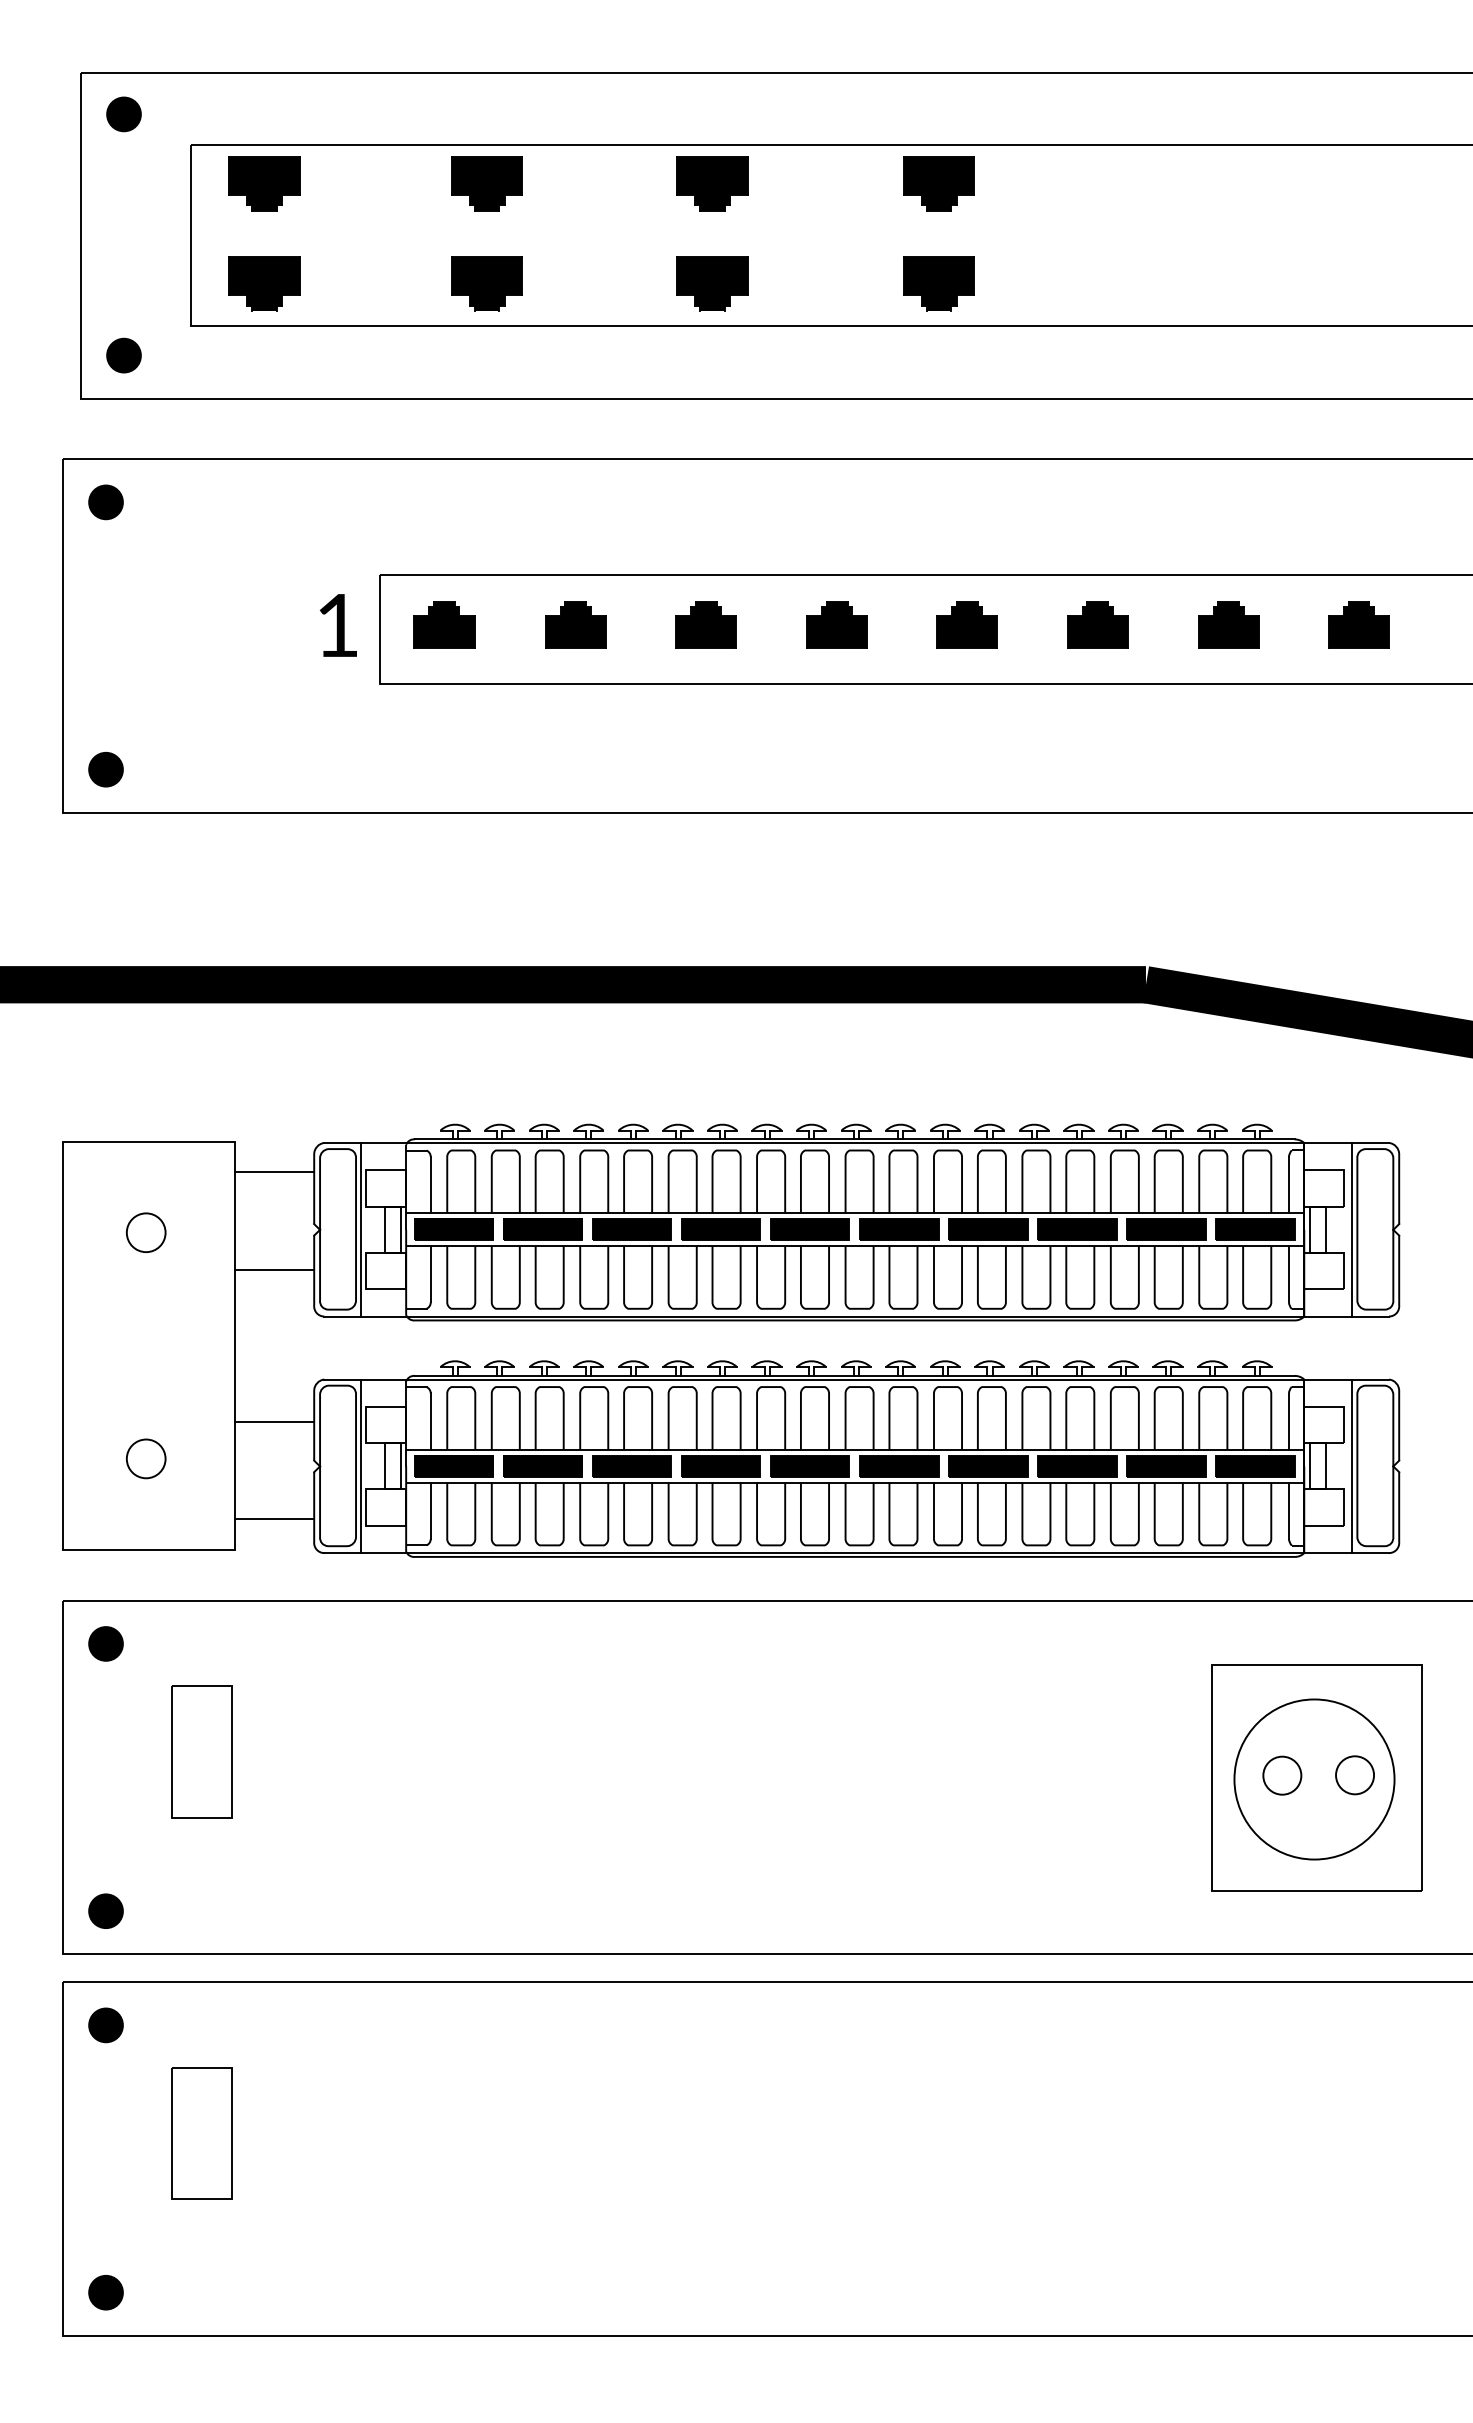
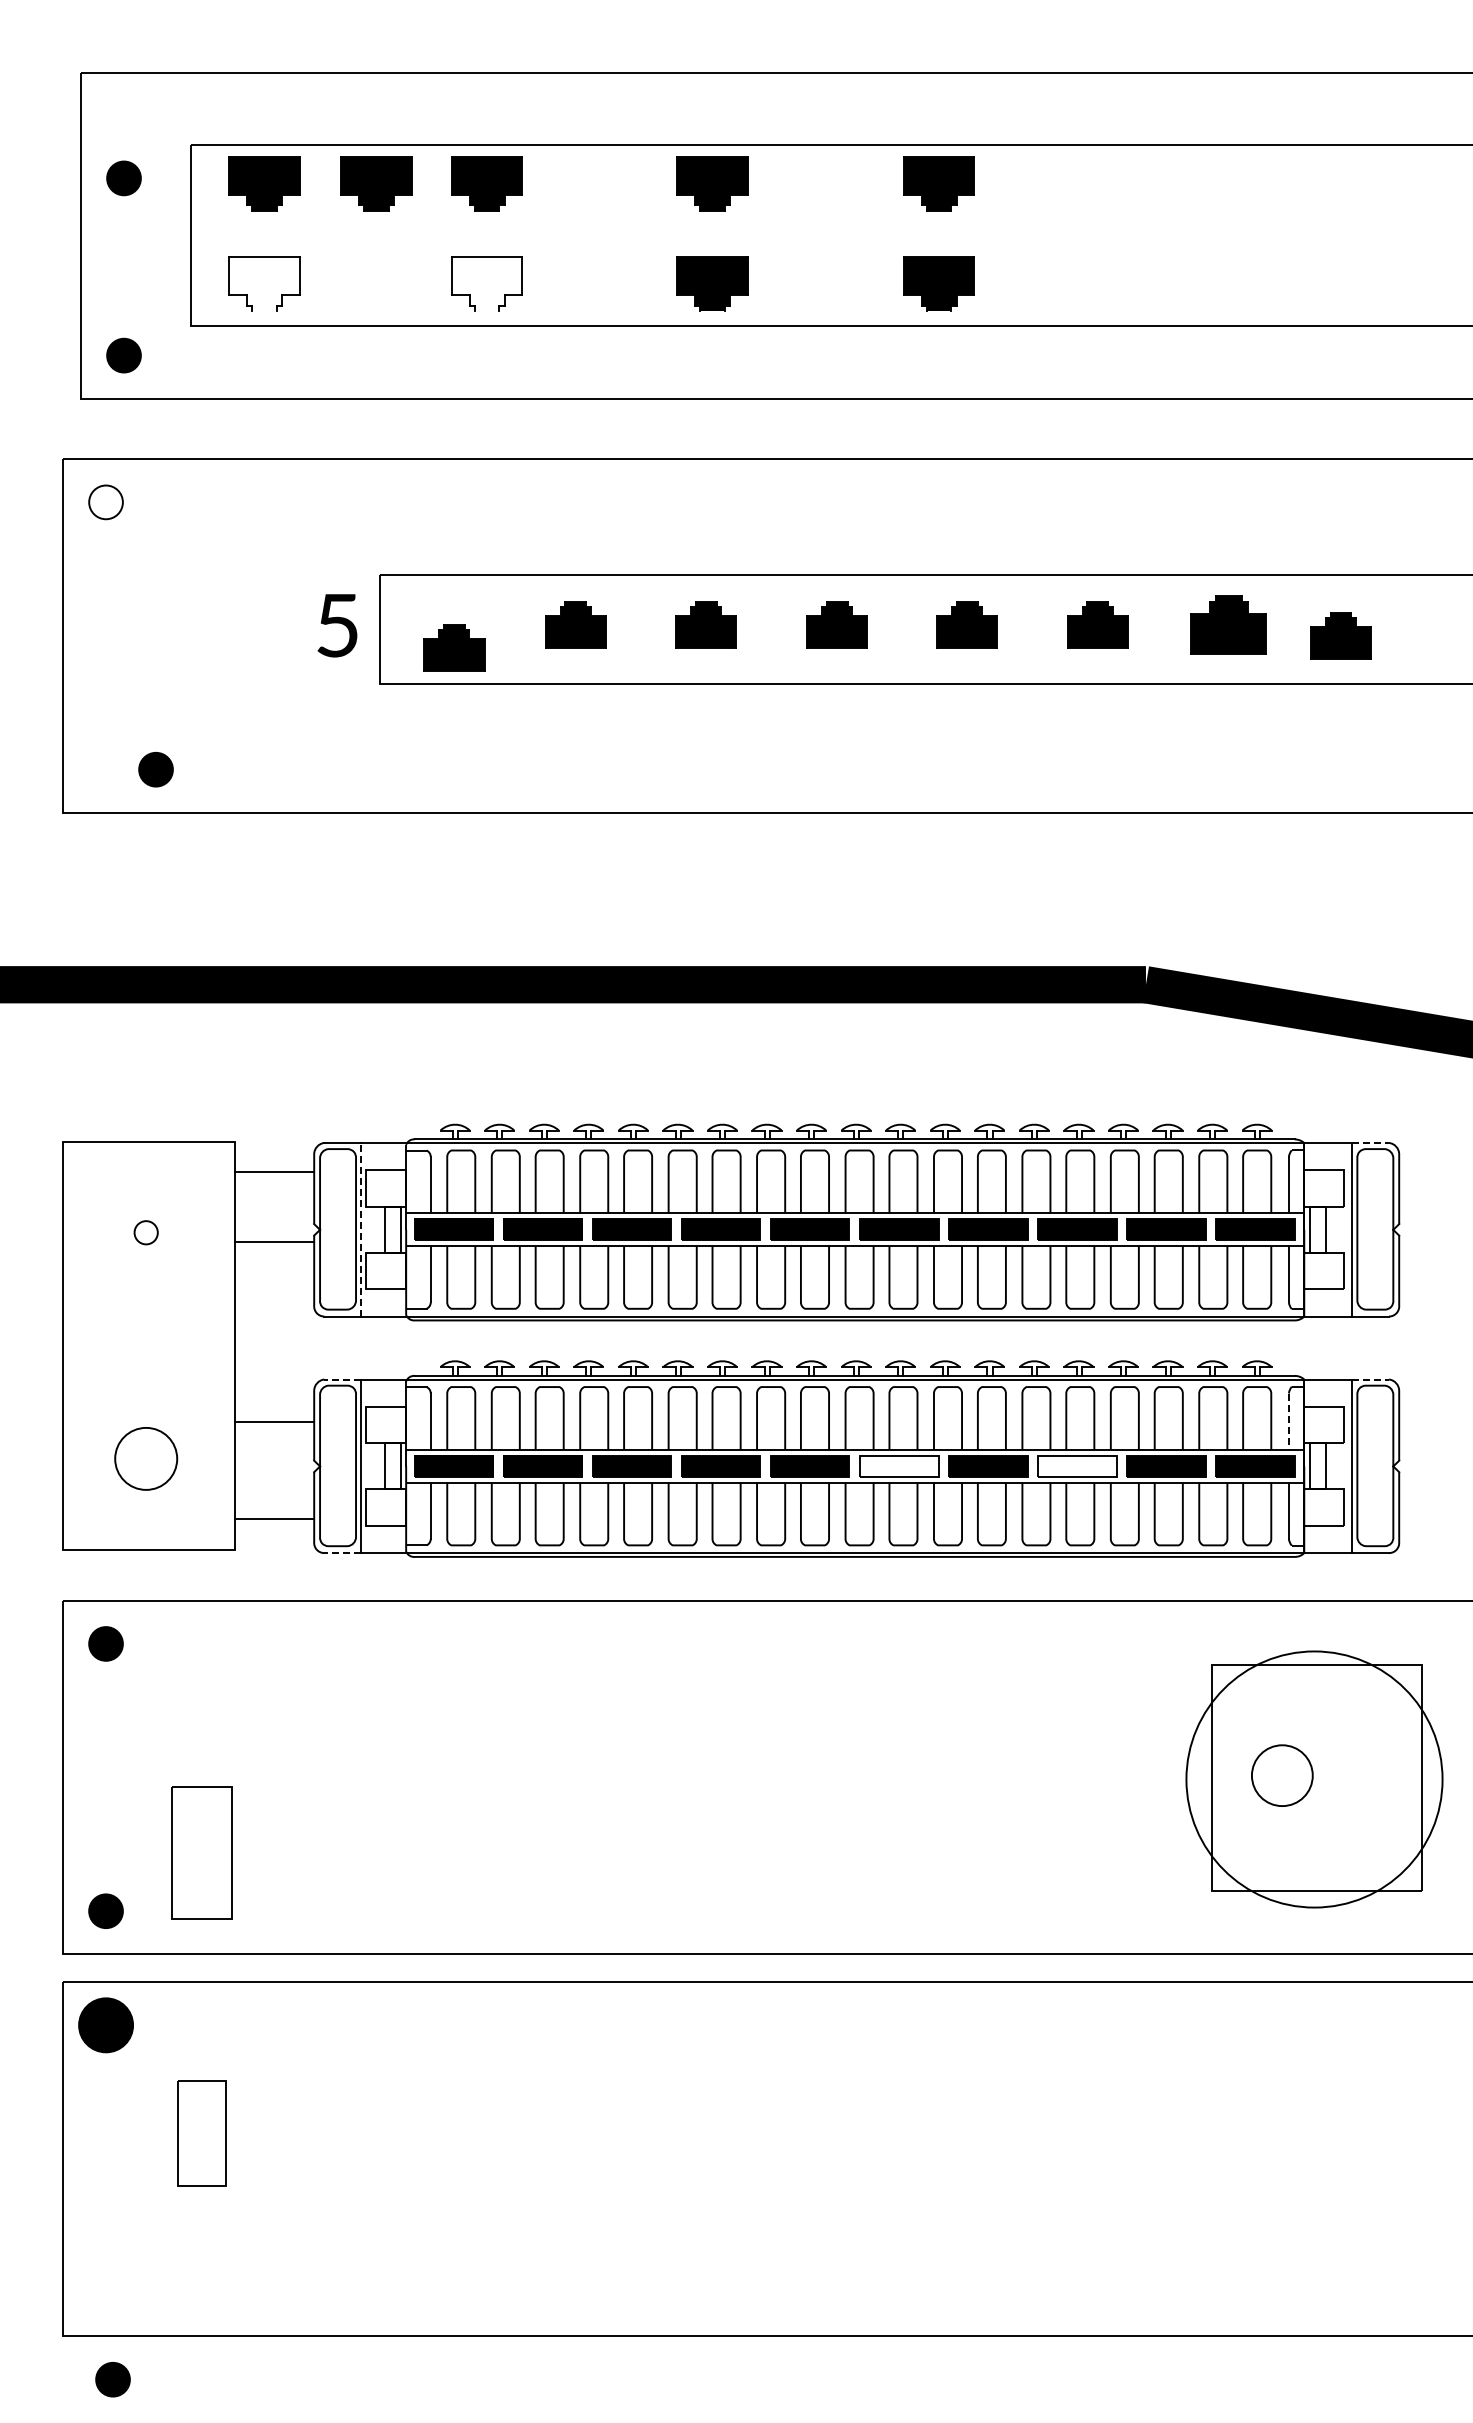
part at (123, 114) position: (123, 114) -> (123, 178)
part at (376, 183): none -> present
fill at (264, 284): present -> none
fill at (487, 284): present -> none
fill at (105, 502): present -> none
part at (444, 624) position: (444, 624) -> (454, 647)
part at (1228, 624) size: 62x48 px -> 77x60 px
part at (1358, 624) position: (1358, 624) -> (1340, 635)
text at (337, 625): 1 -> 5
part at (105, 769) position: (105, 769) -> (155, 769)
line at (1370, 1142): solid -> dashed
line at (361, 1229): solid -> dashed
circle at (145, 1232) diameter: 39 px -> 23 px
line at (274, 1269) position: (274, 1269) -> (274, 1241)
line at (342, 1379): solid -> dashed
line at (1370, 1379): solid -> dashed
line at (1288, 1422): solid -> dashed
circle at (145, 1458) diameter: 39 px -> 62 px
fill at (899, 1465): present -> none
fill at (1077, 1465): present -> none
line at (342, 1553): solid -> dashed
part at (201, 1751) position: (201, 1751) -> (201, 1852)
circle at (1282, 1775) diameter: 38 px -> 61 px
circle at (1354, 1775): present -> none
circle at (1314, 1779) diameter: 160 px -> 256 px
part at (105, 2025) size: 36x37 px -> 56x57 px
part at (201, 2133) size: 62x133 px -> 50x107 px
part at (105, 2292) position: (105, 2292) -> (112, 2379)
